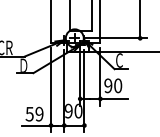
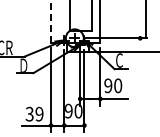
line at (140, 19) position: (140, 19) -> (146, 19)
line at (51, 21): solid -> dashed
text at (29, 113): 59 -> 39
